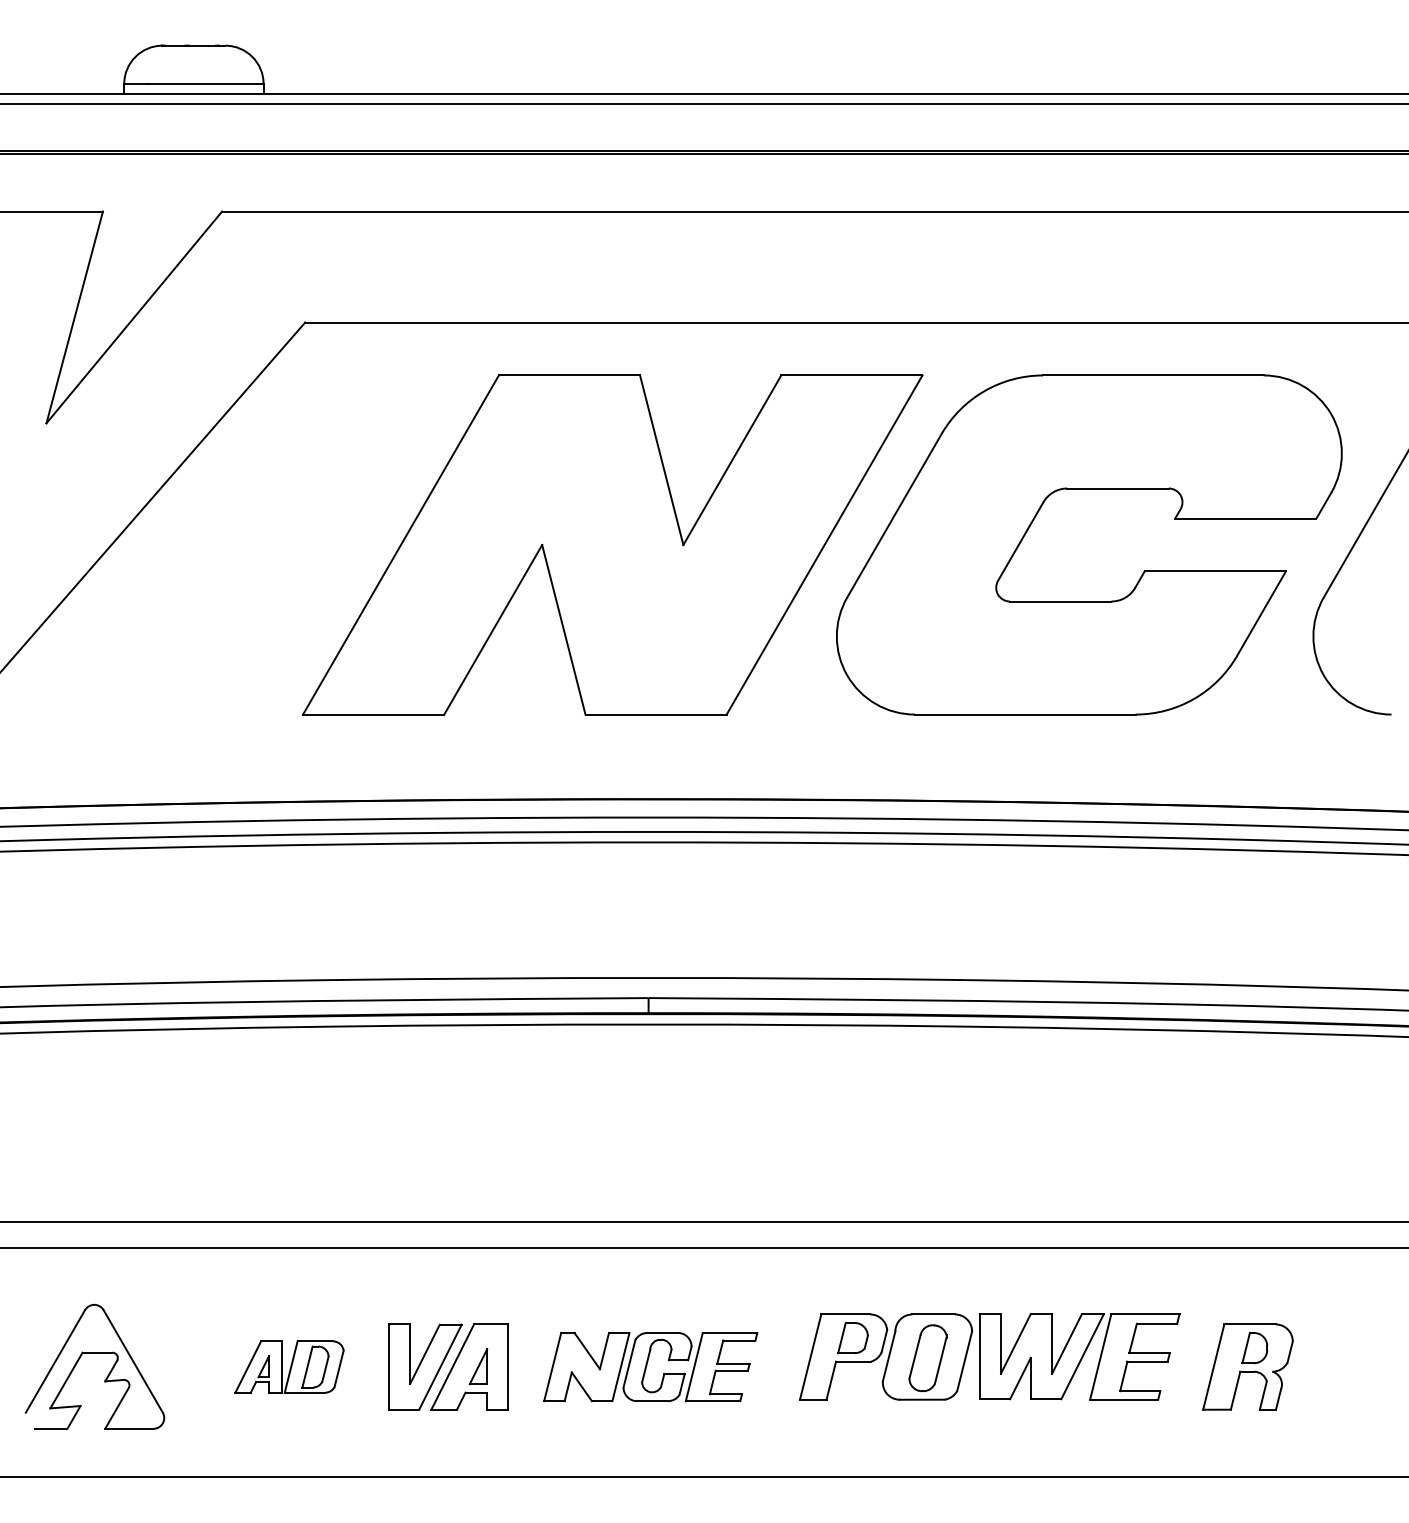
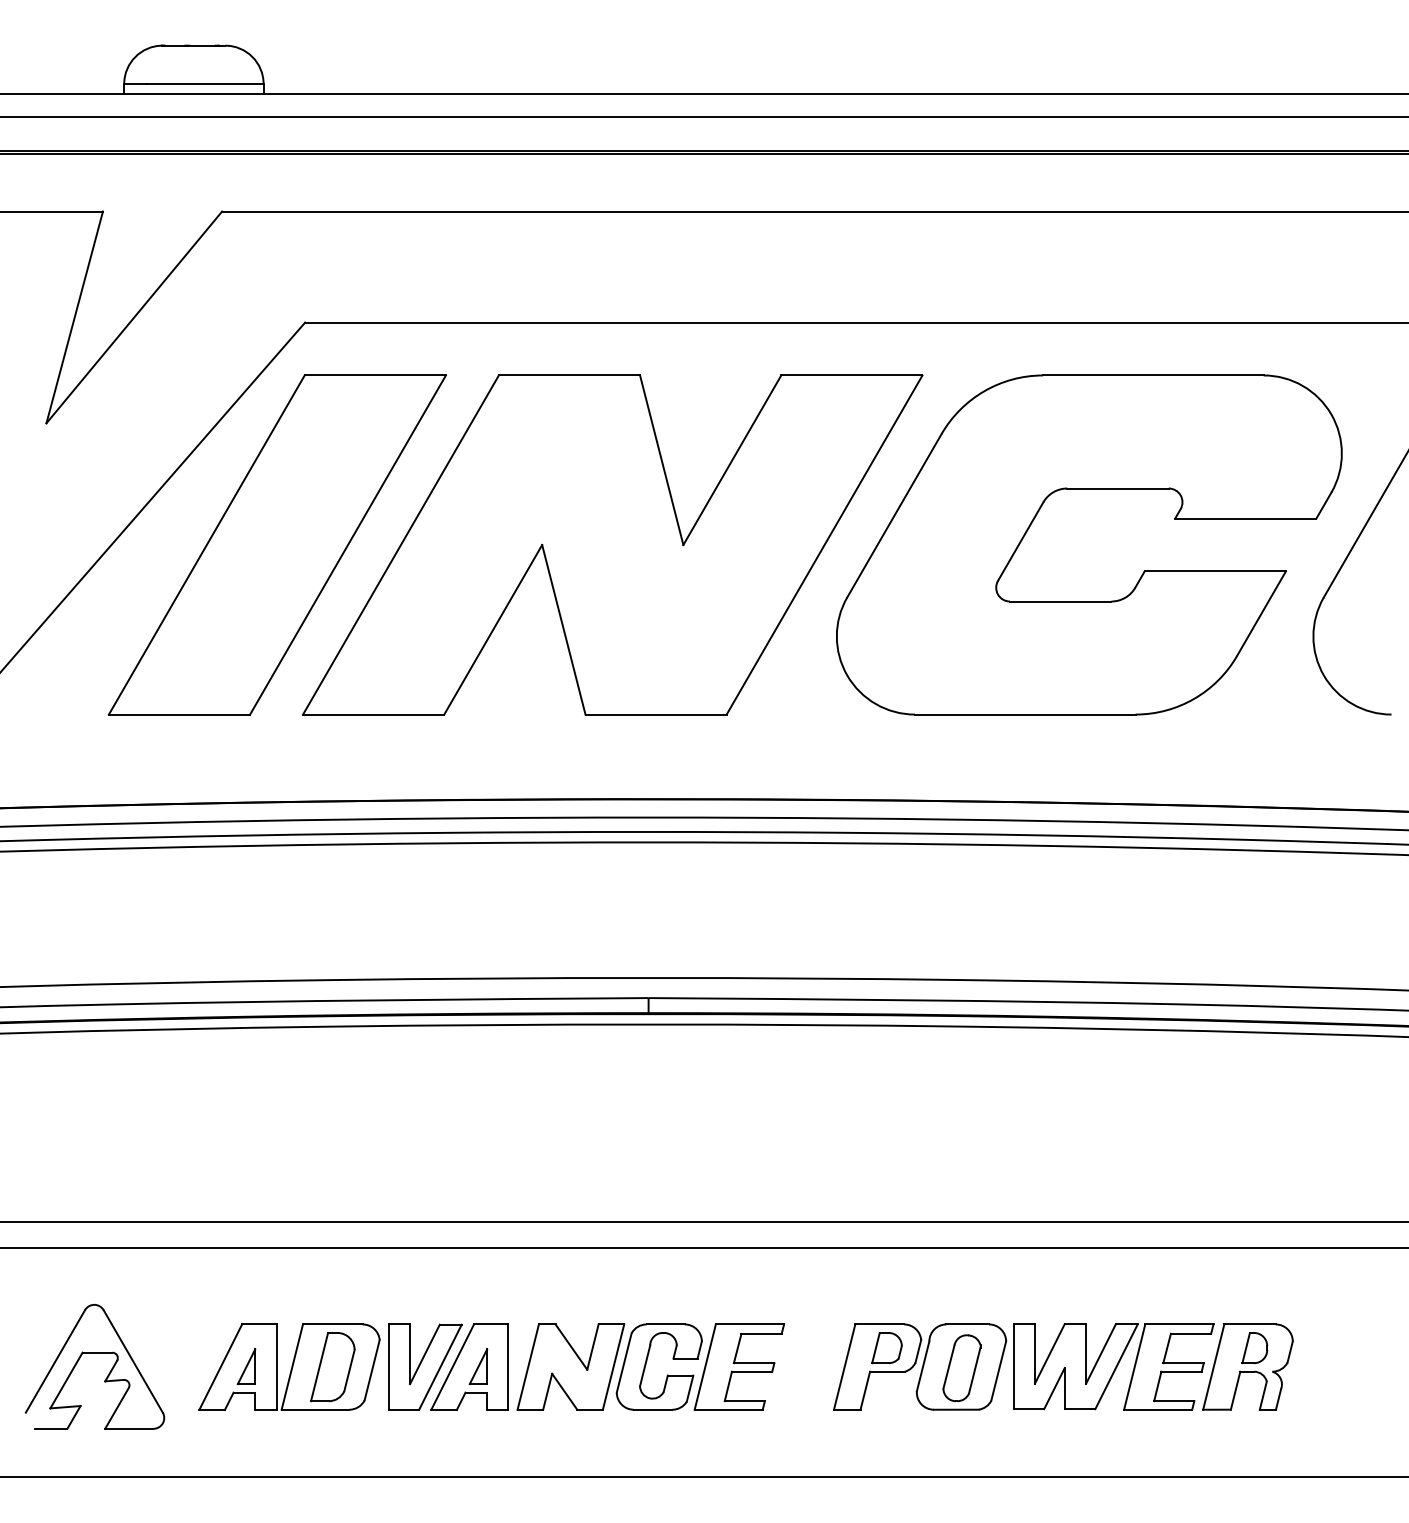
line at (703, 103) position: (703, 103) -> (703, 116)
part at (276, 544): none -> present
part at (989, 1356) position: (989, 1356) -> (1023, 1366)
part at (289, 1366) size: 111x54 px -> 183x88 px
part at (650, 1366) size: 216x72 px -> 269x88 px
